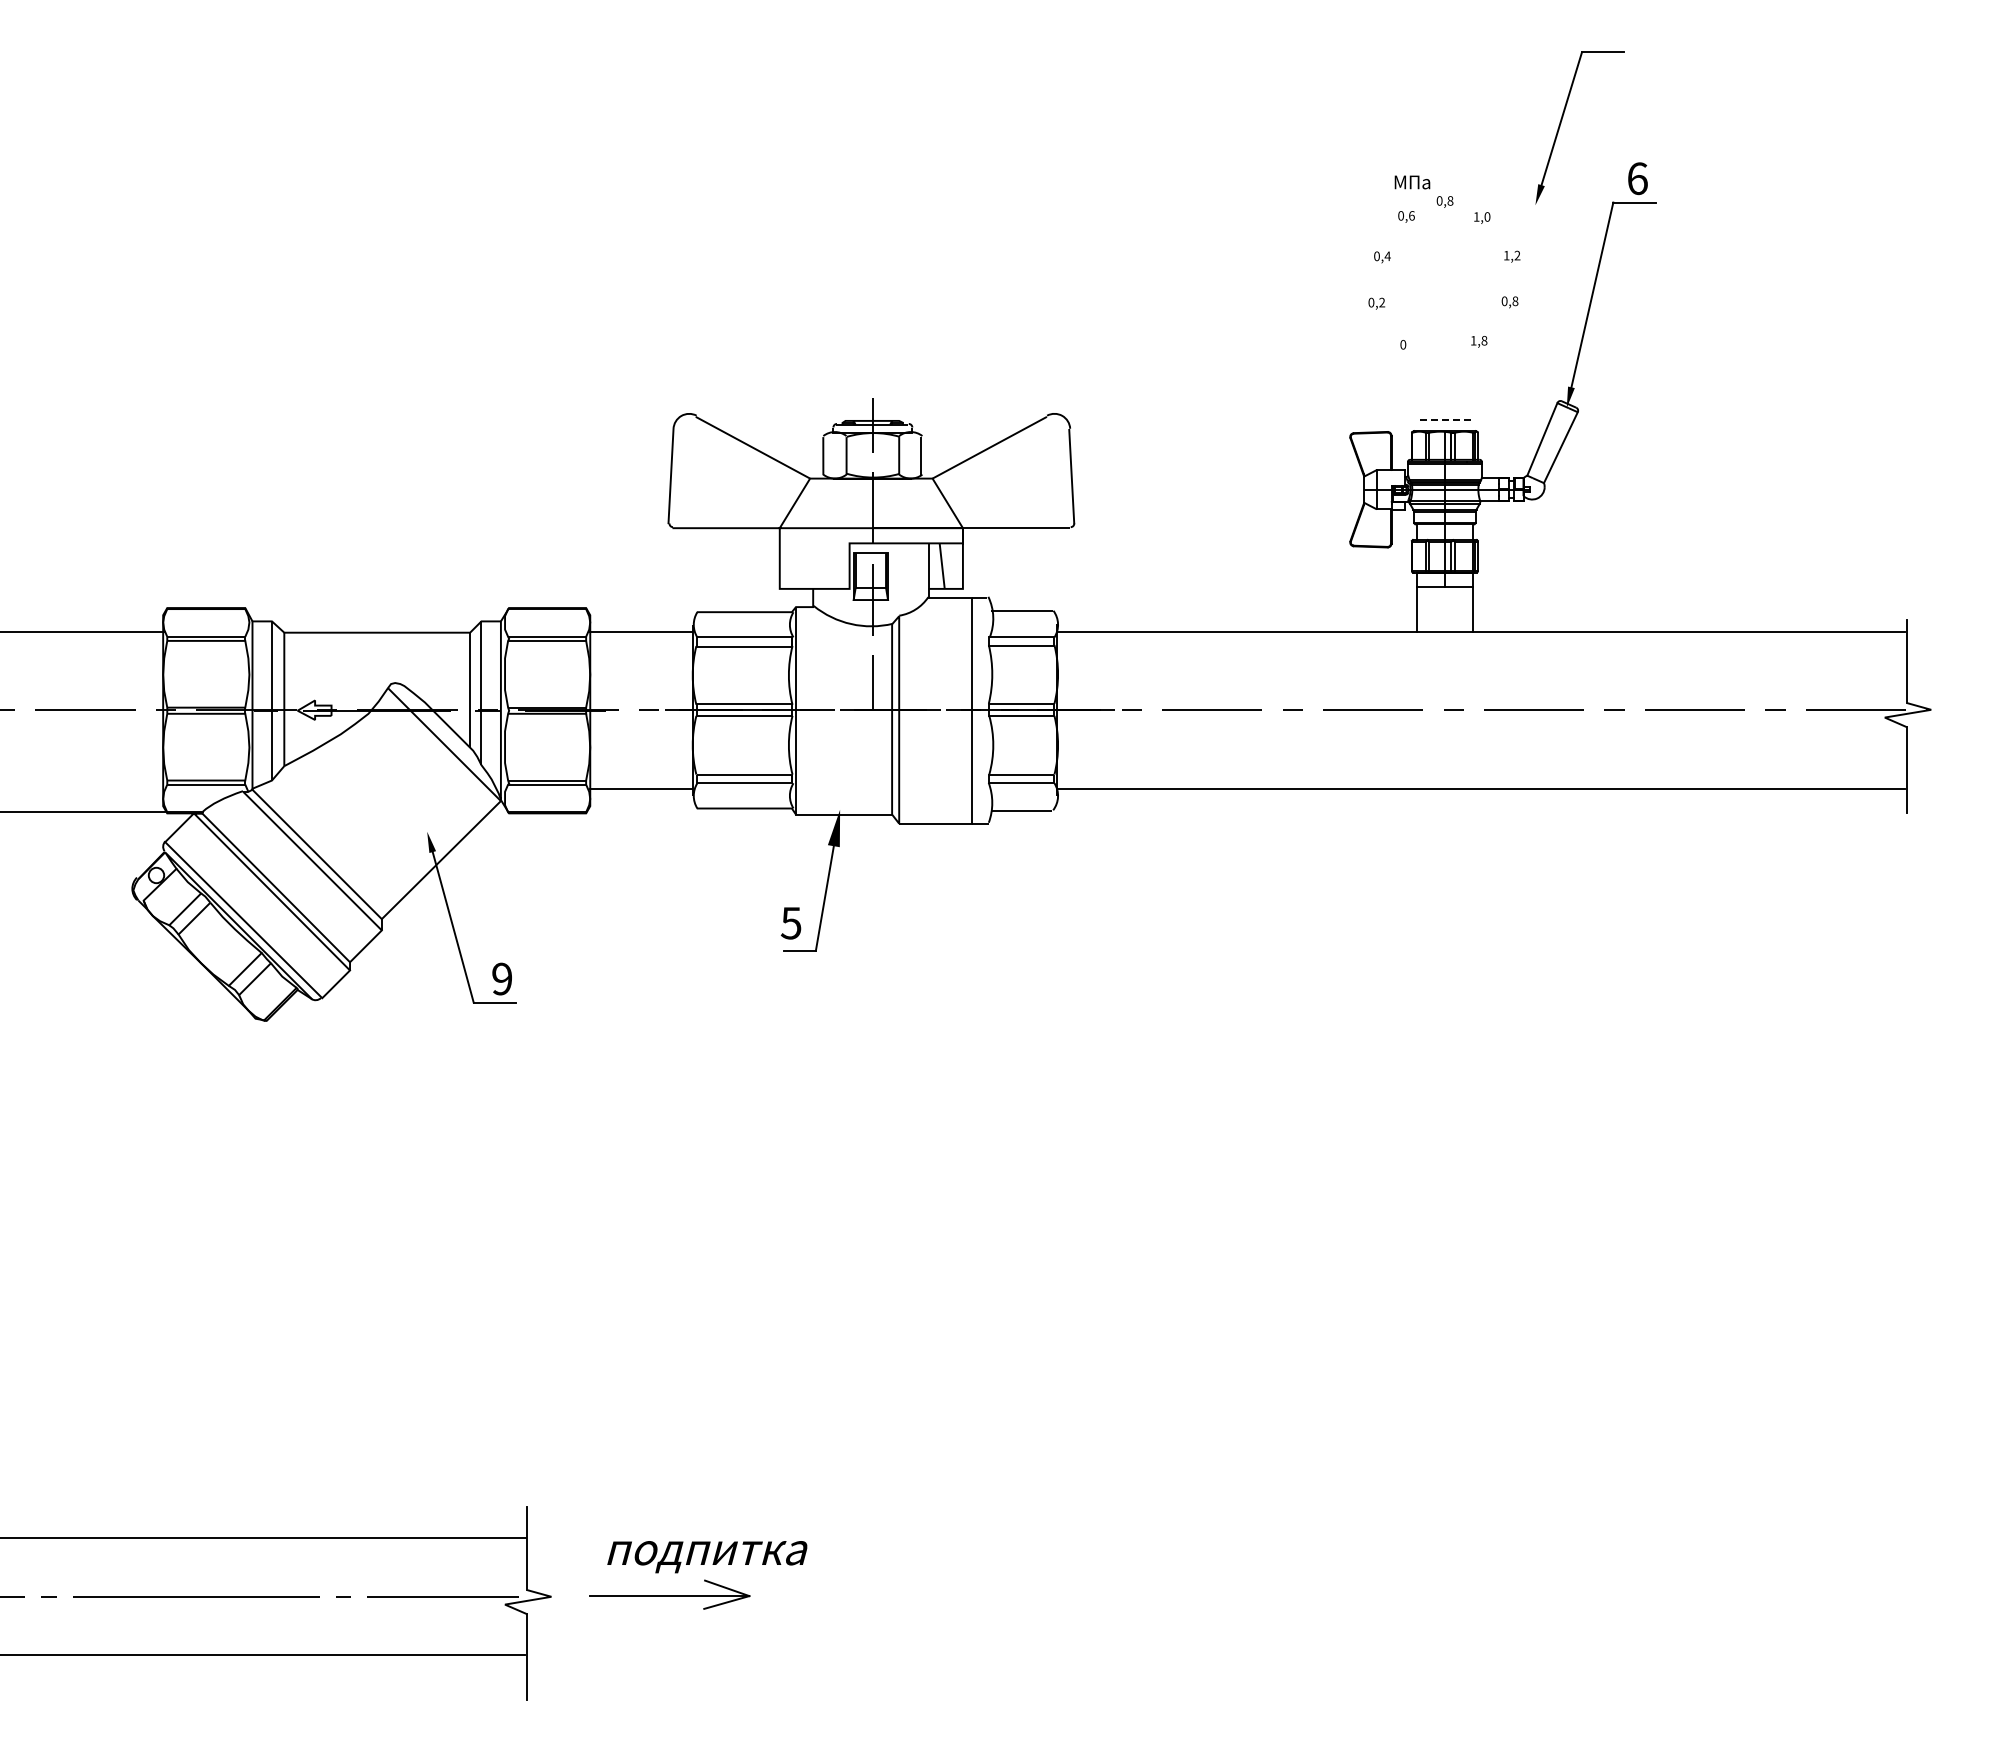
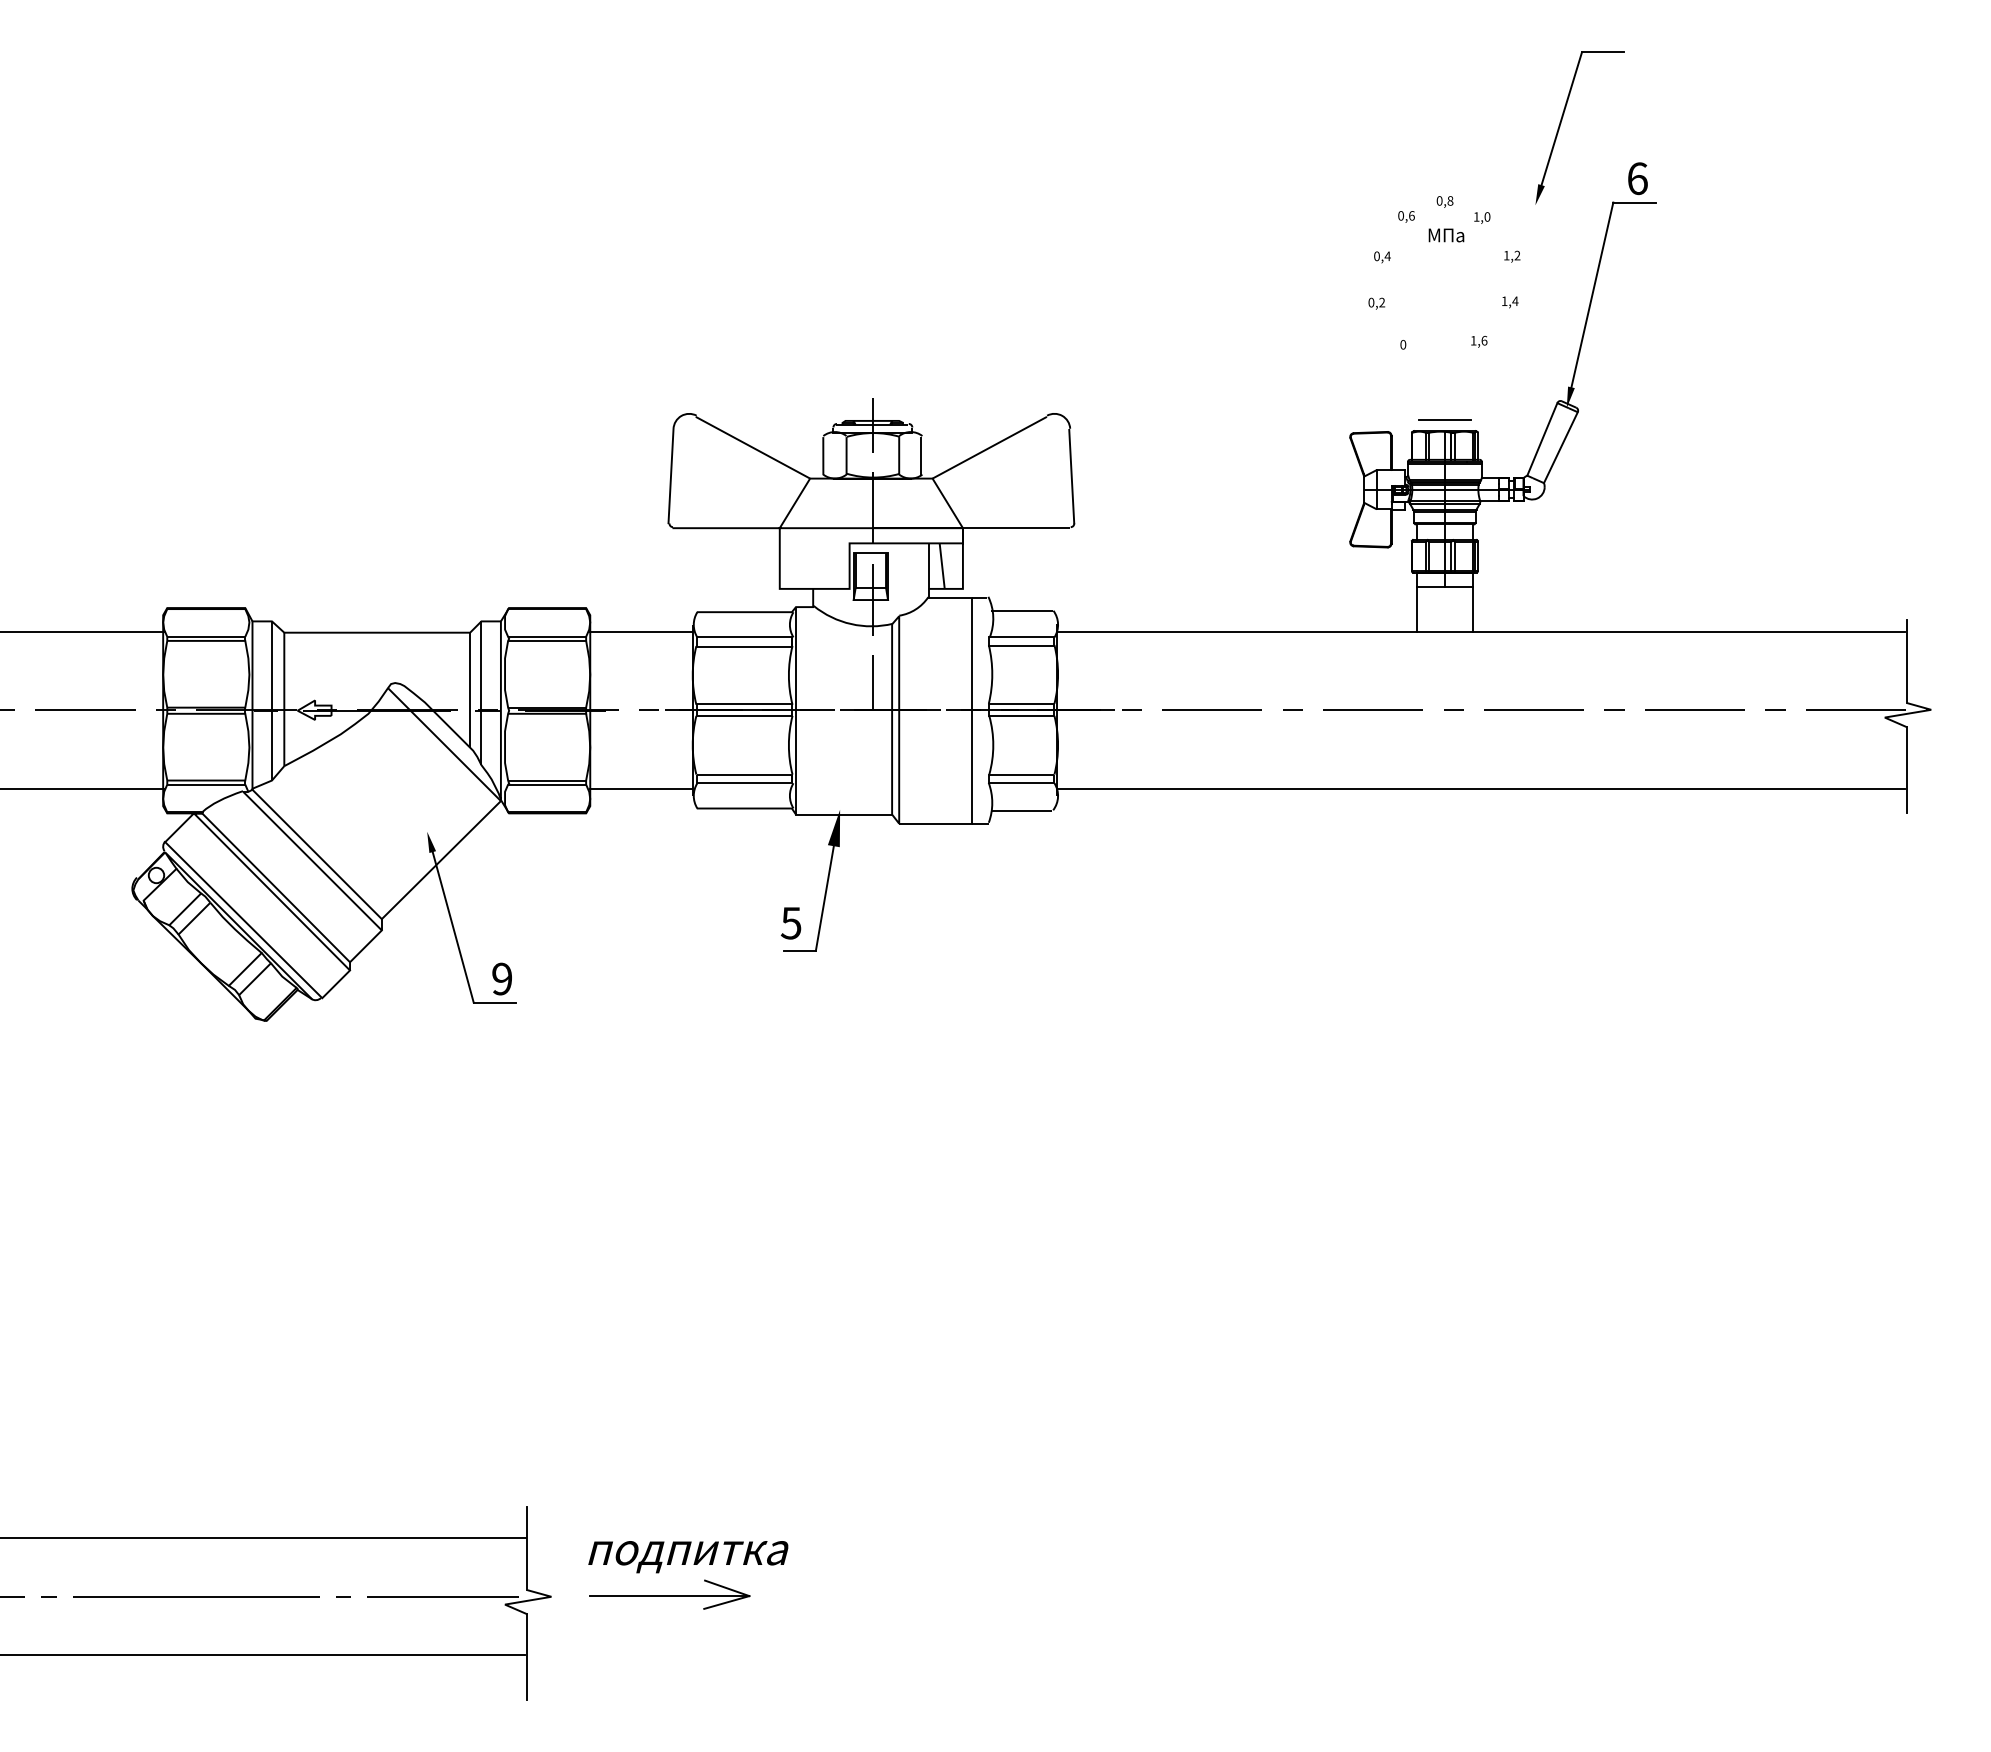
text at (1412, 182) position: (1412, 182) -> (1446, 235)
text at (1509, 301): 0,8 -> 1,4
text at (1484, 340): 1,8 -> 1,6
line at (1444, 419): dashed -> solid
line at (83, 811) position: (83, 811) -> (83, 788)
text at (707, 1557) position: (707, 1557) -> (688, 1557)
